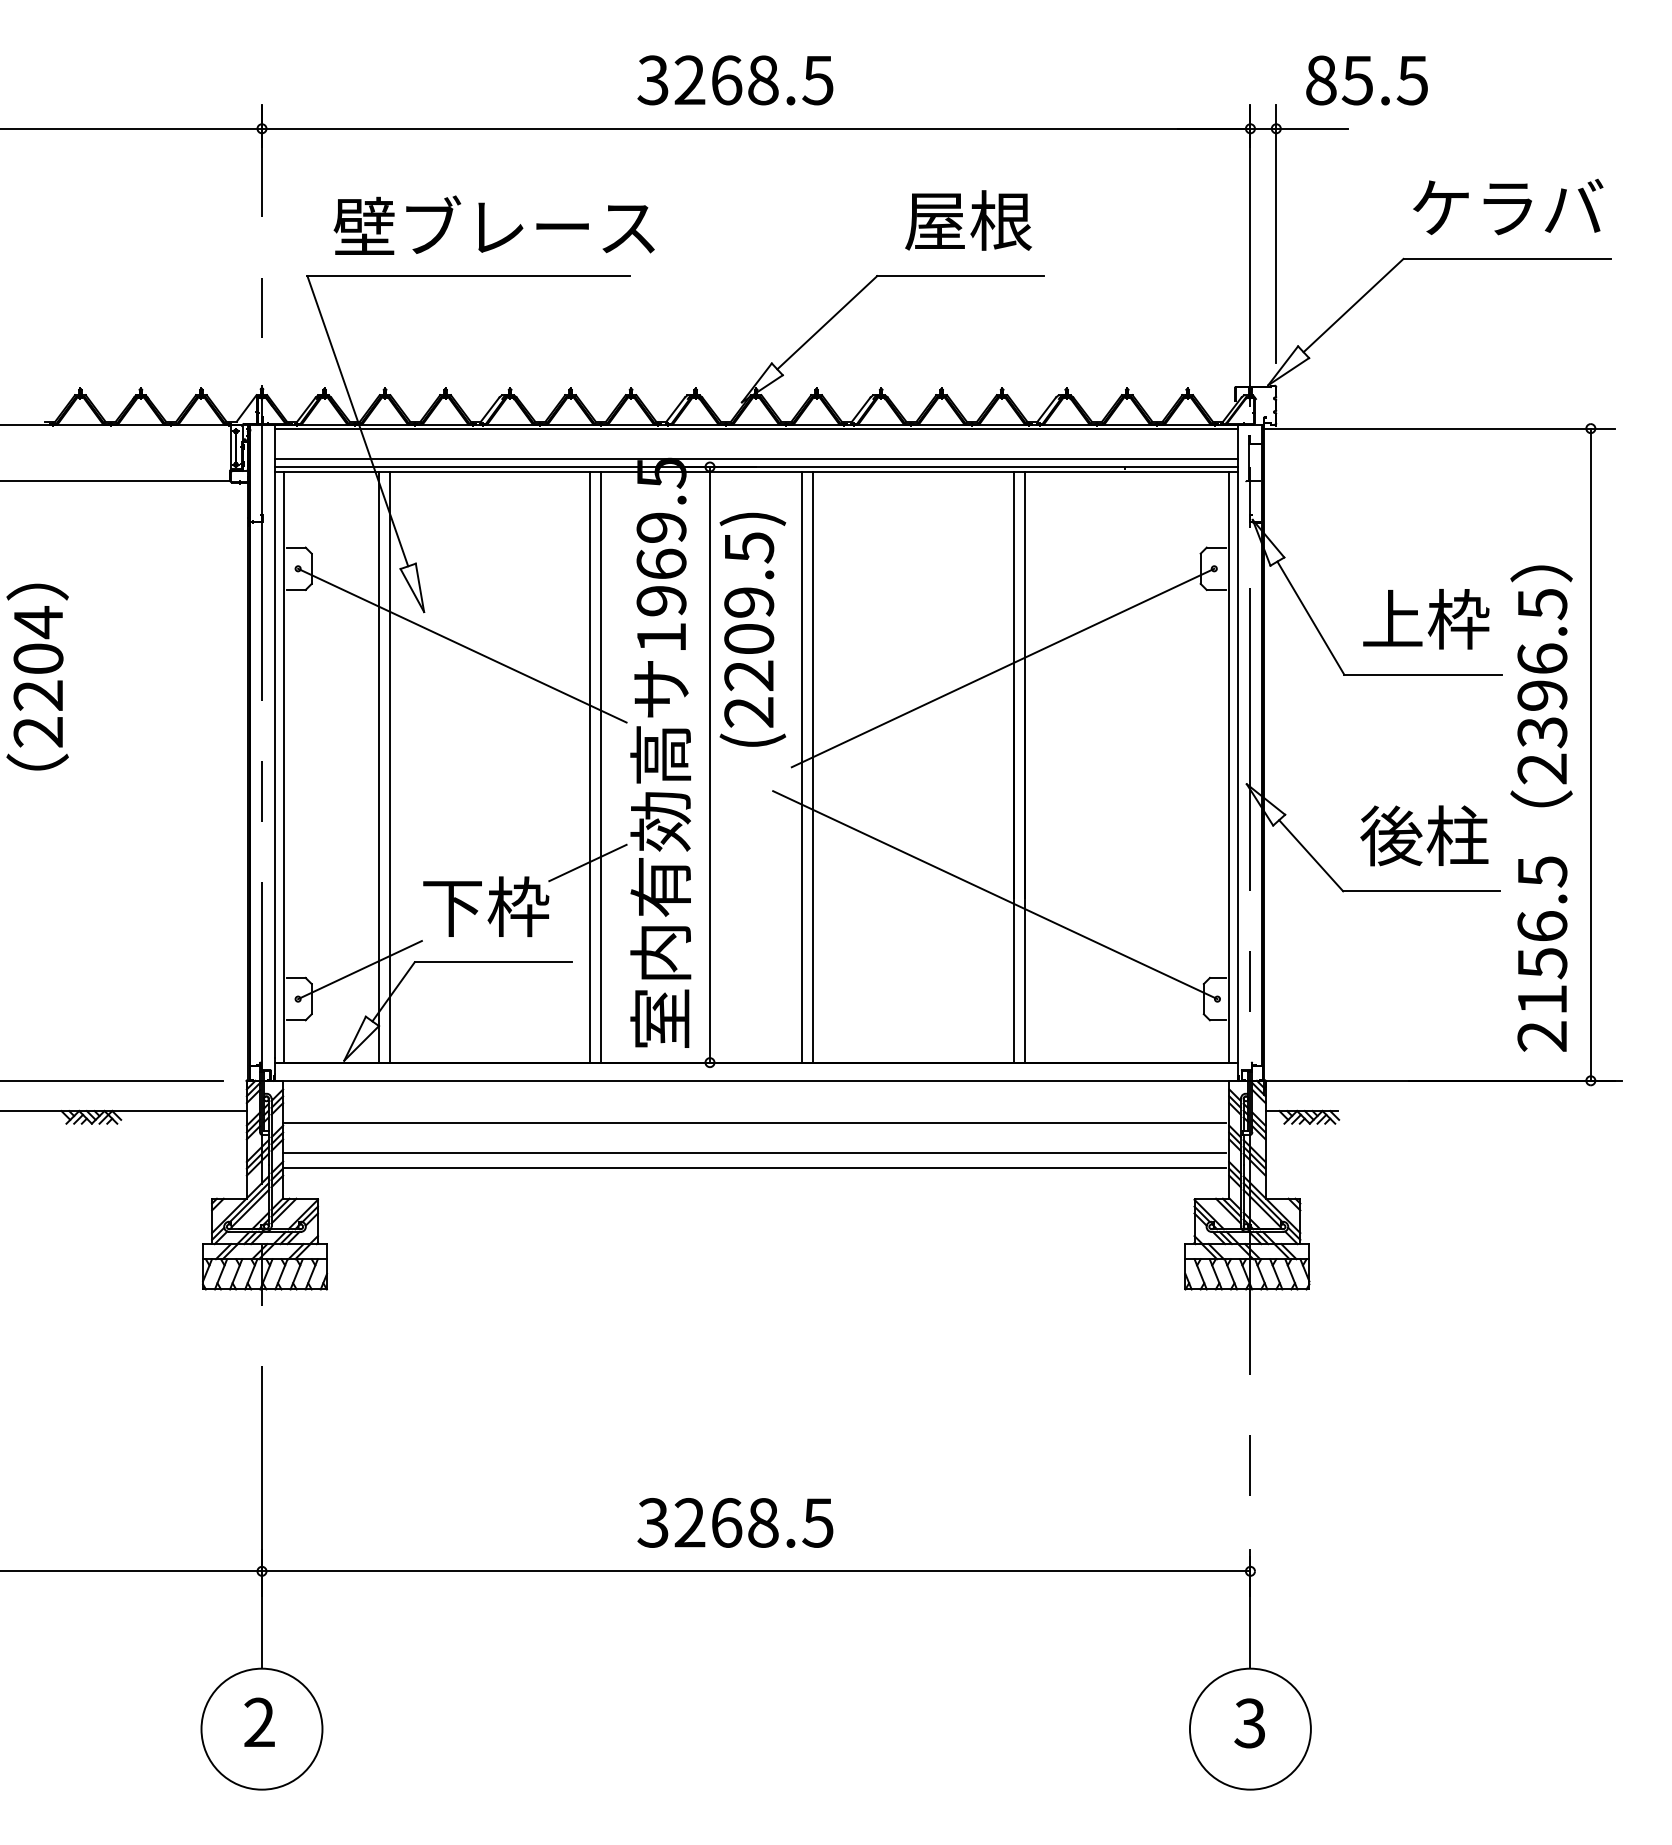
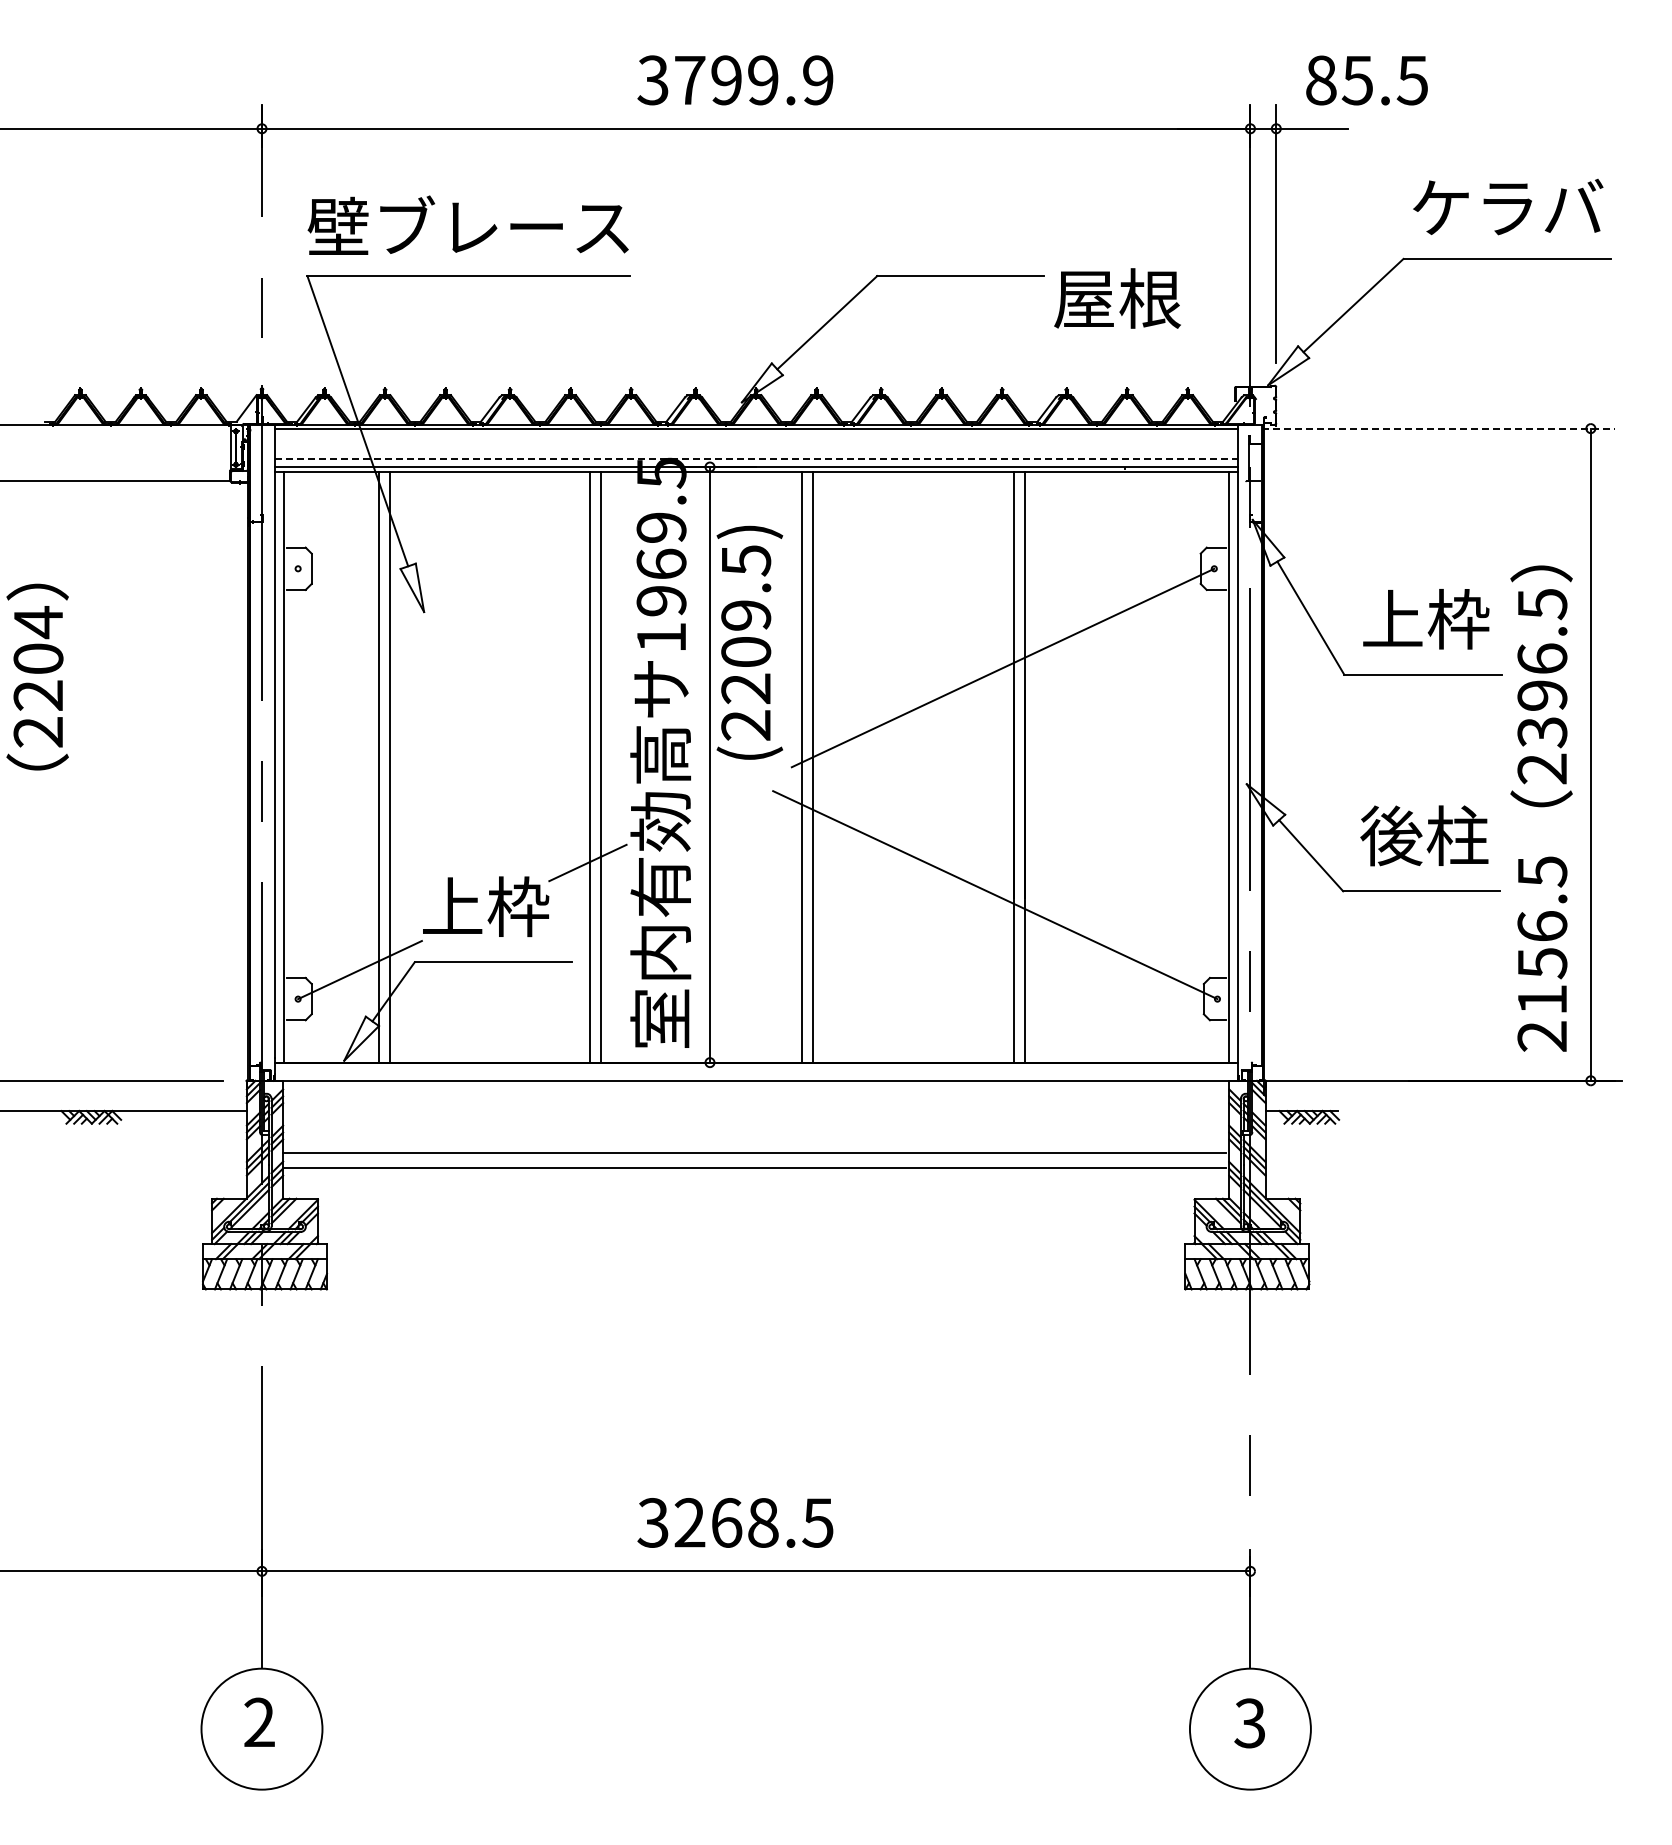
text at (753, 80): 3268.5 -> 3799.9
text at (968, 220) position: (968, 220) -> (1117, 298)
text at (493, 224) position: (493, 224) -> (467, 224)
line at (1438, 428): solid -> dashed
line at (756, 459): solid -> dashed
text at (752, 629) position: (752, 629) -> (749, 642)
line at (462, 645): present -> none
text at (452, 906): 下枠 -> 上枠
line at (754, 1123): present -> none
